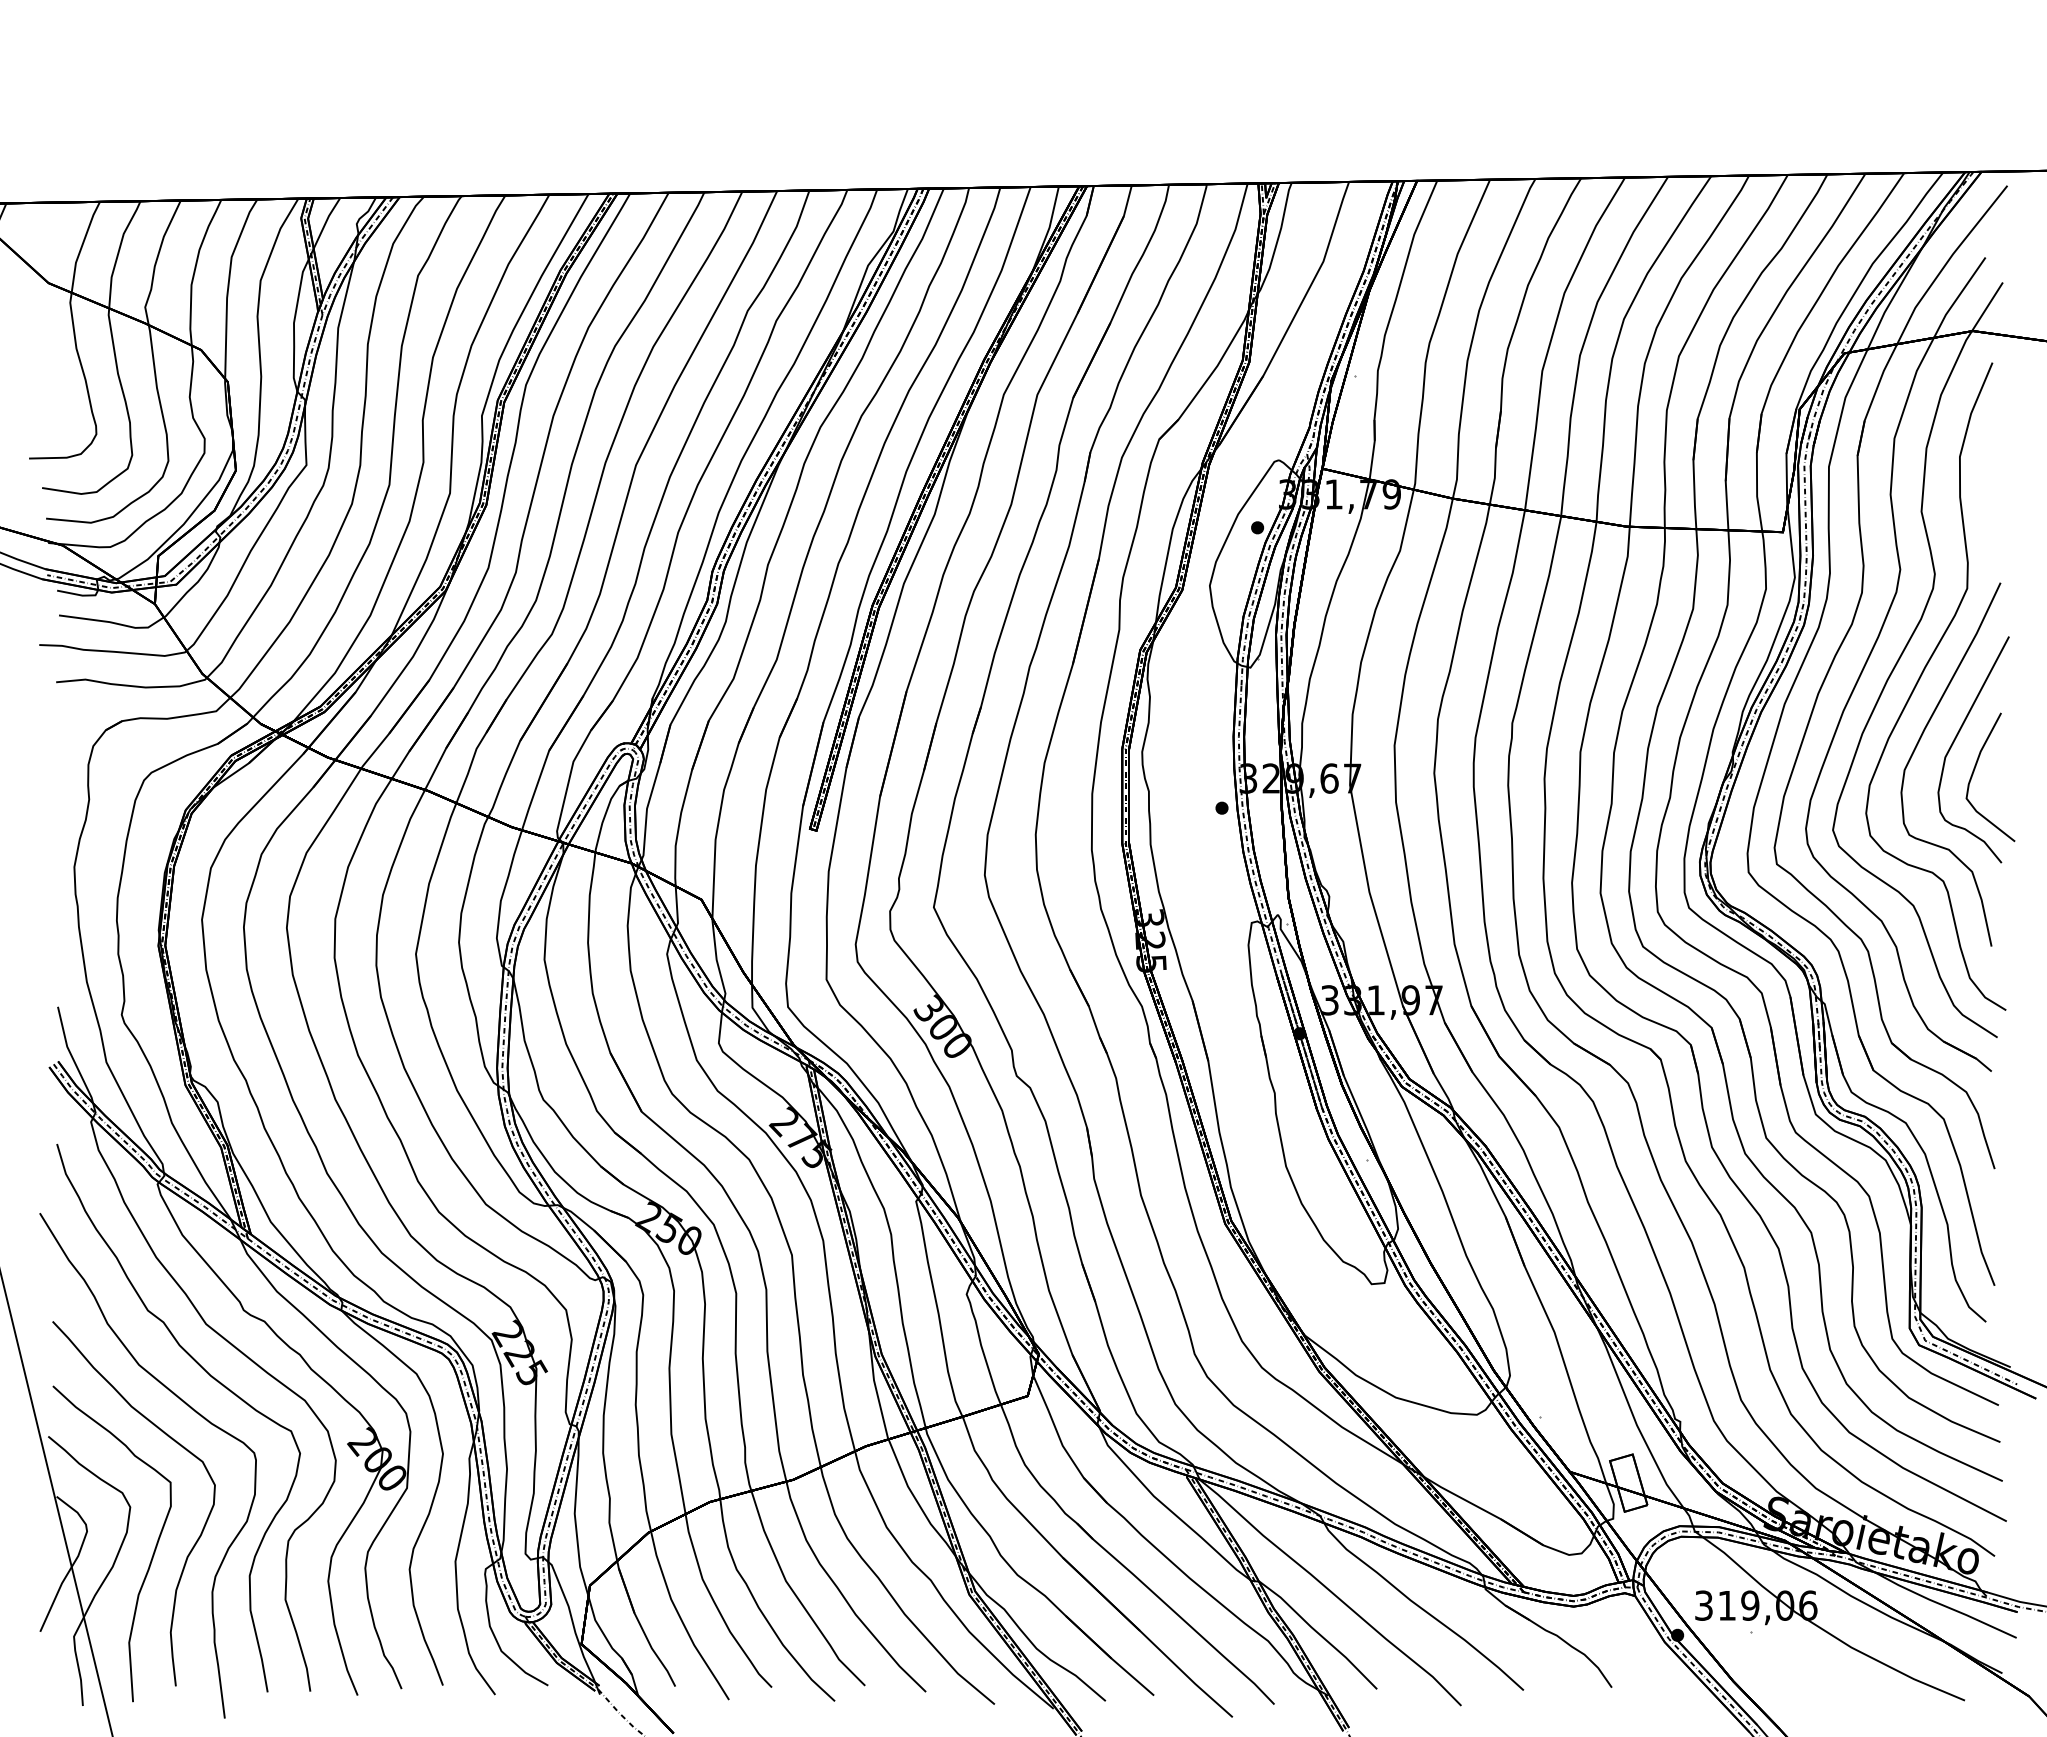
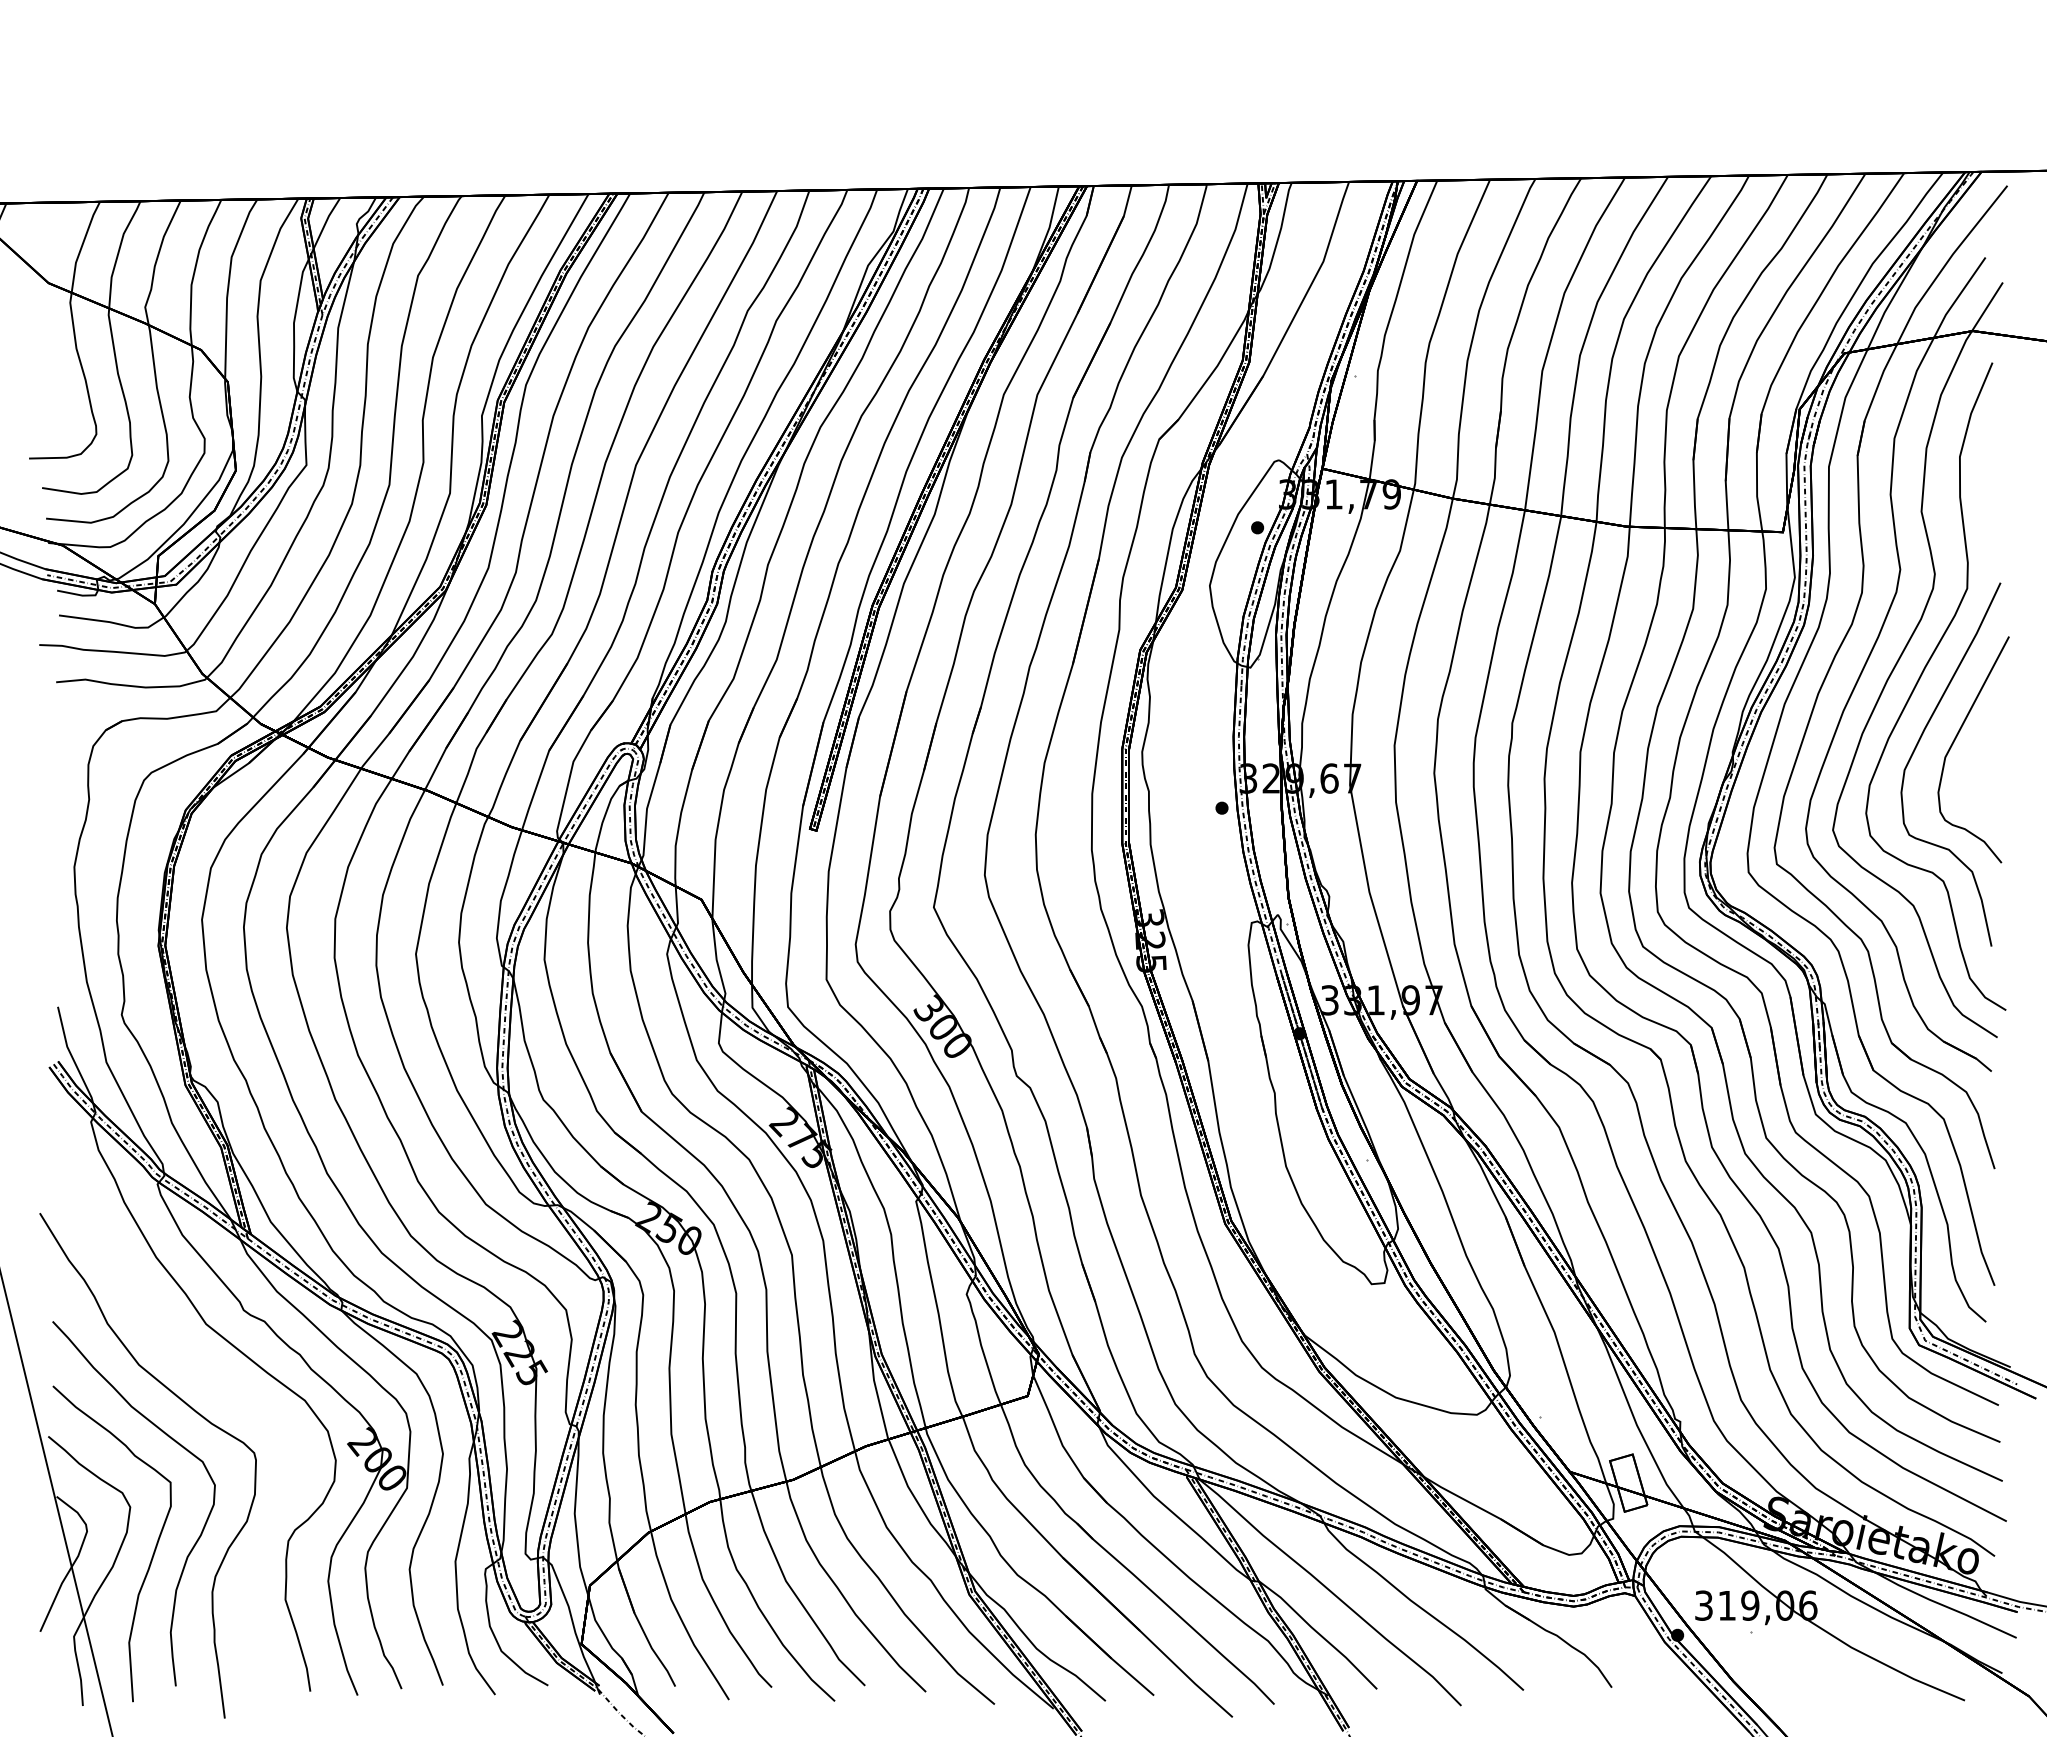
curve at (1975, 769): present -> none
curve at (213, 1379): present -> none
